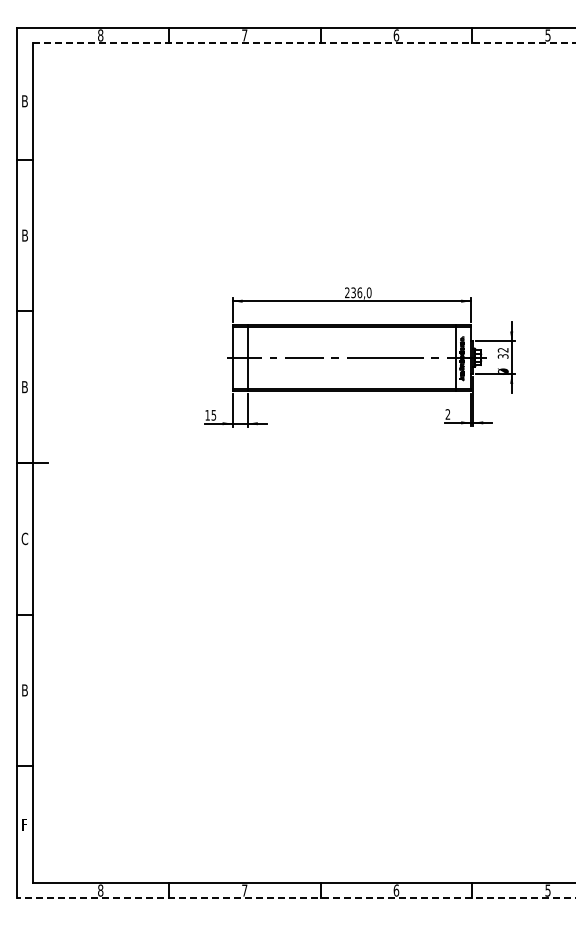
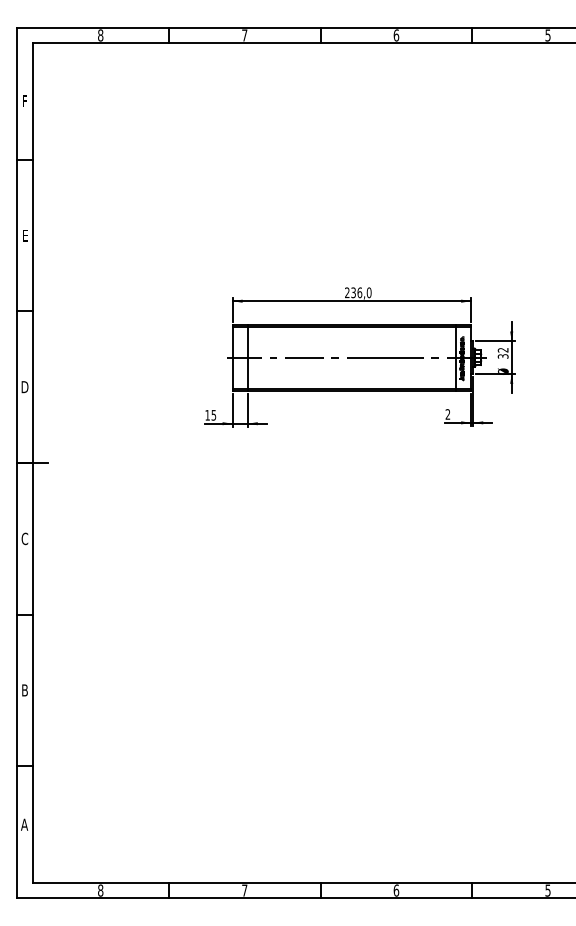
line at (304, 42): dashed -> solid
text at (24, 101): B -> F
text at (24, 235): B -> E
text at (24, 387): B -> D
text at (24, 824): F -> A
line at (296, 898): dashed -> solid
